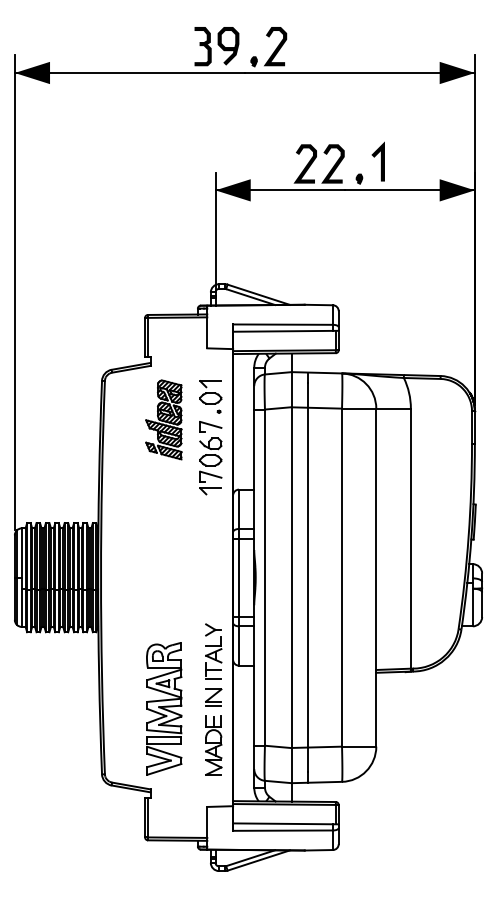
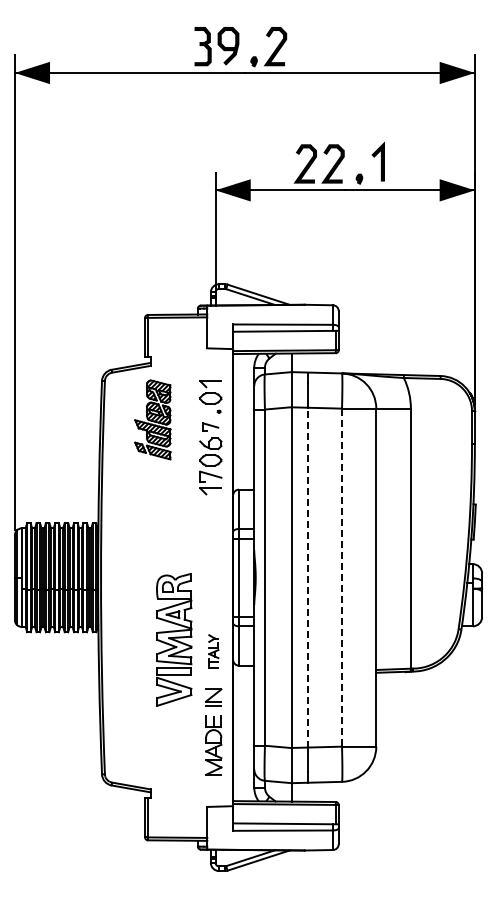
part at (163, 419) position: (163, 419) -> (152, 419)
part at (210, 426) size: 24x12 px -> 18x10 px
line at (308, 577): solid -> dashed
line at (342, 578): solid -> dashed
part at (213, 651) size: 18x57 px -> 12x35 px
part at (164, 708) position: (164, 708) -> (174, 639)
